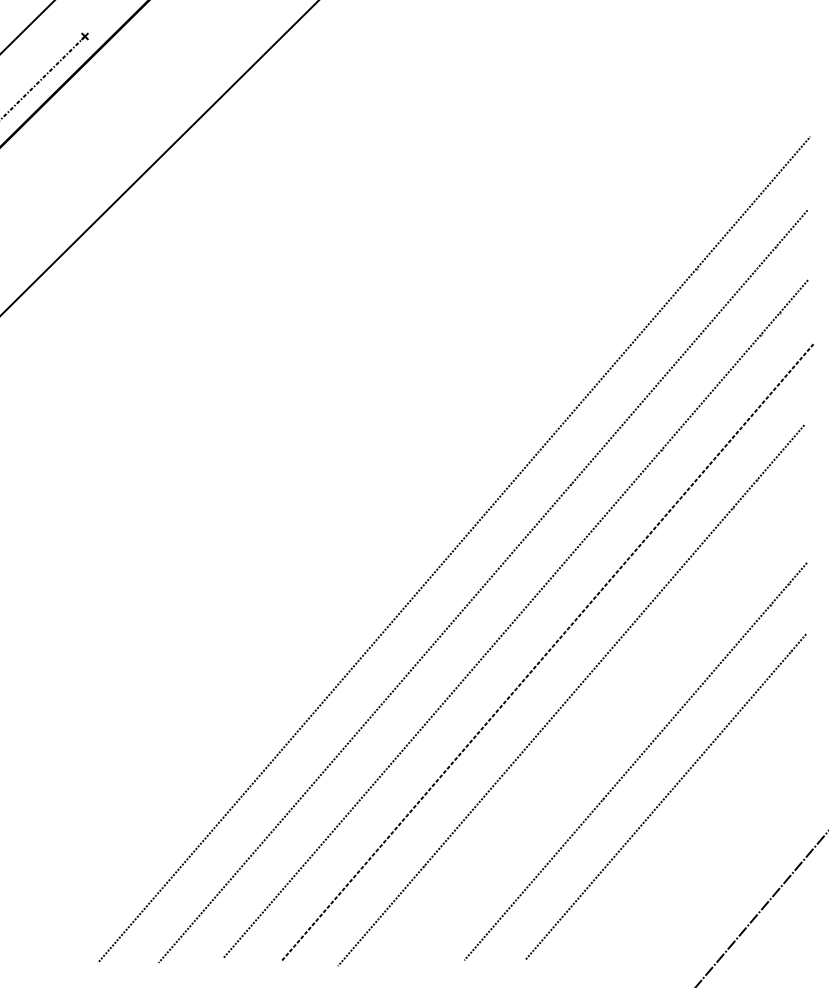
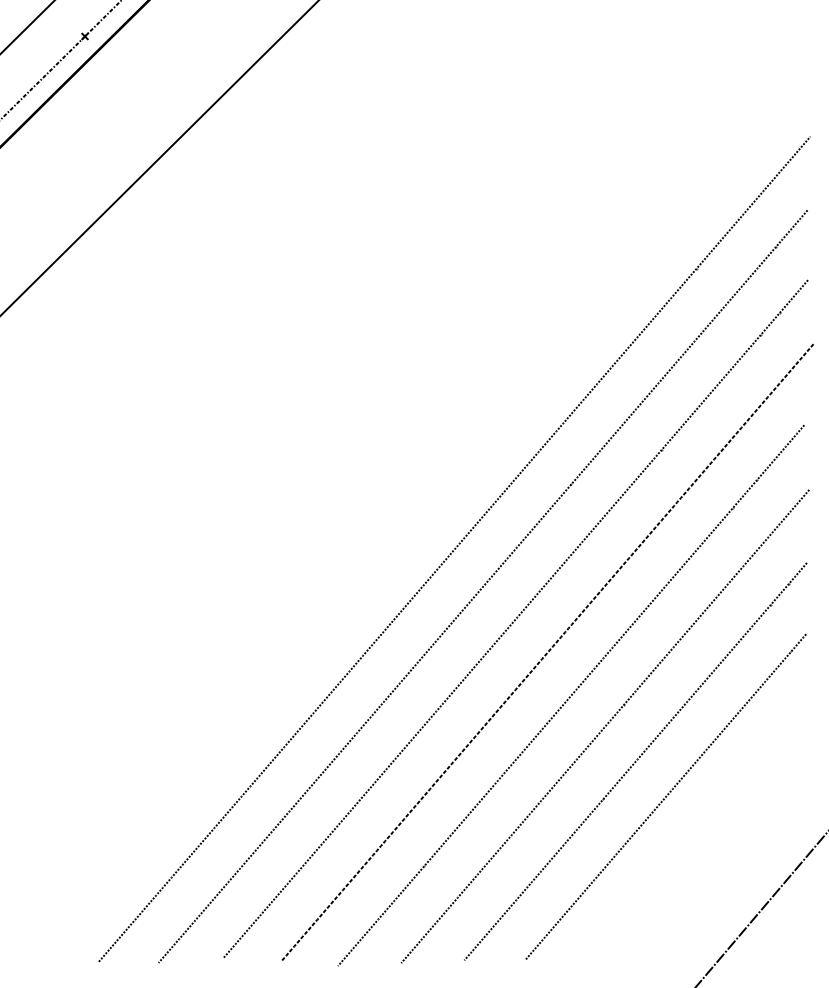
line at (102, 19): none -> present
curve at (605, 726): none -> present
